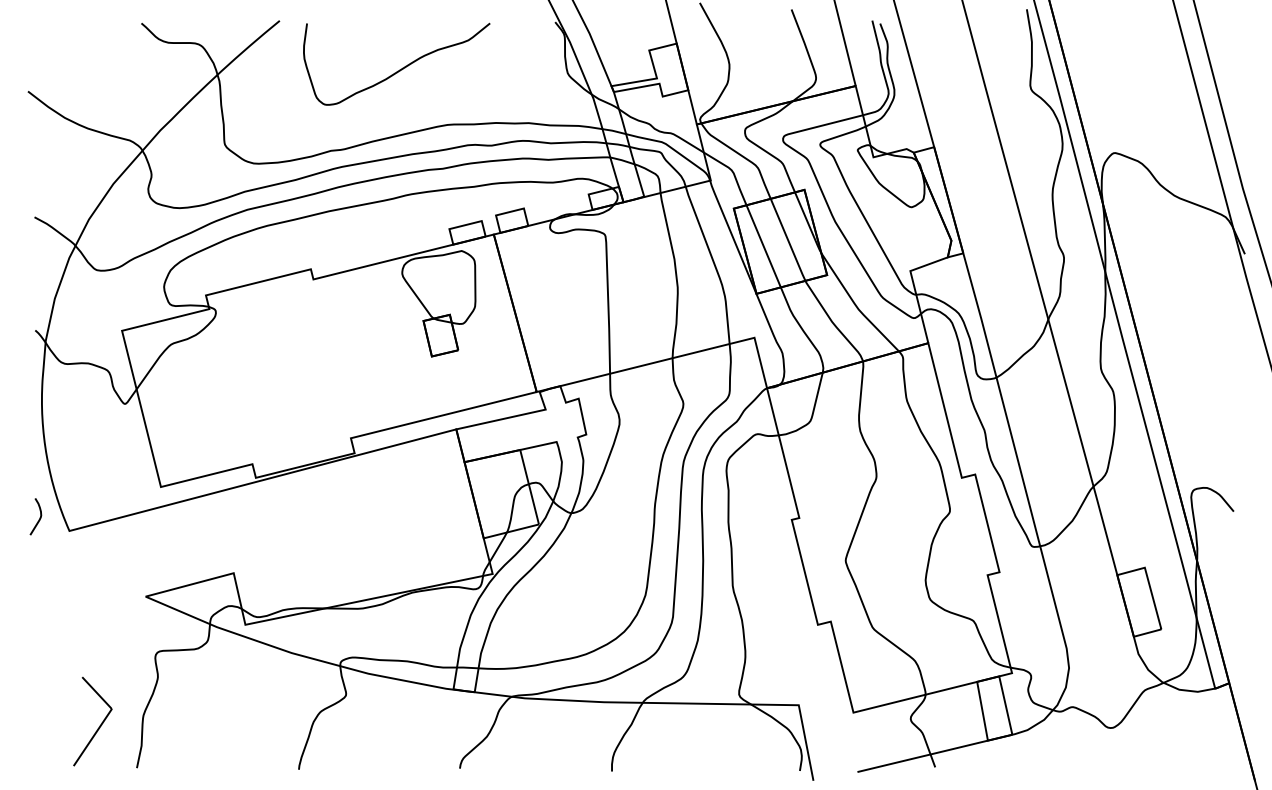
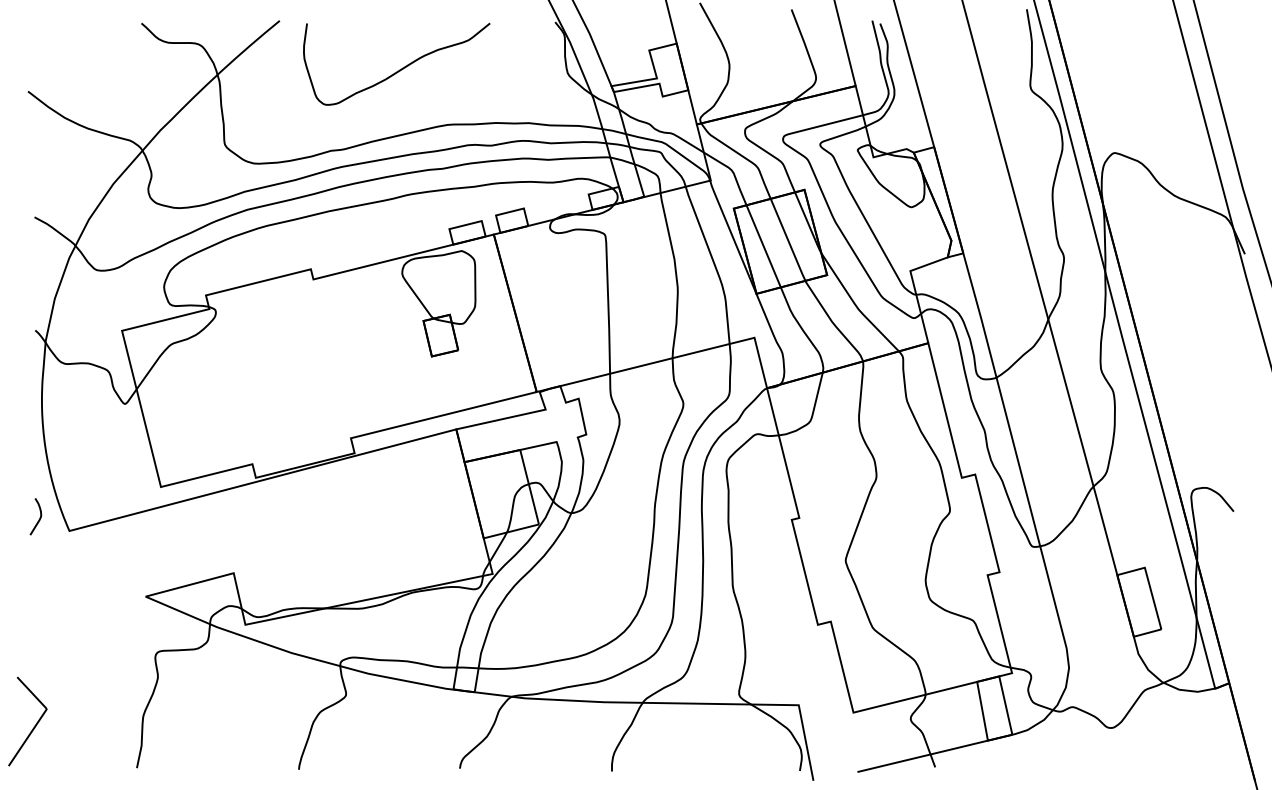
line at (99, 725) position: (99, 725) -> (34, 725)
